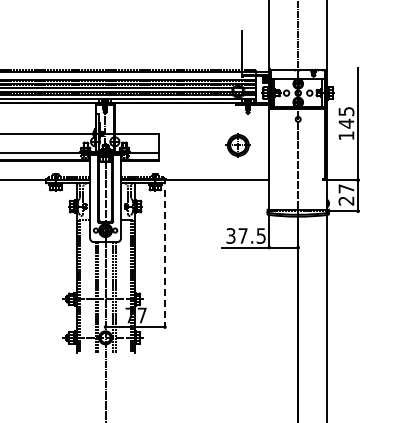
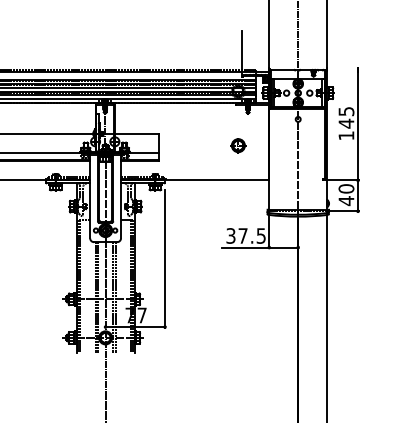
part at (237, 145) size: 26x25 px -> 17x16 px
text at (346, 195): 27 -> 40
line at (165, 259): dashed -> solid
